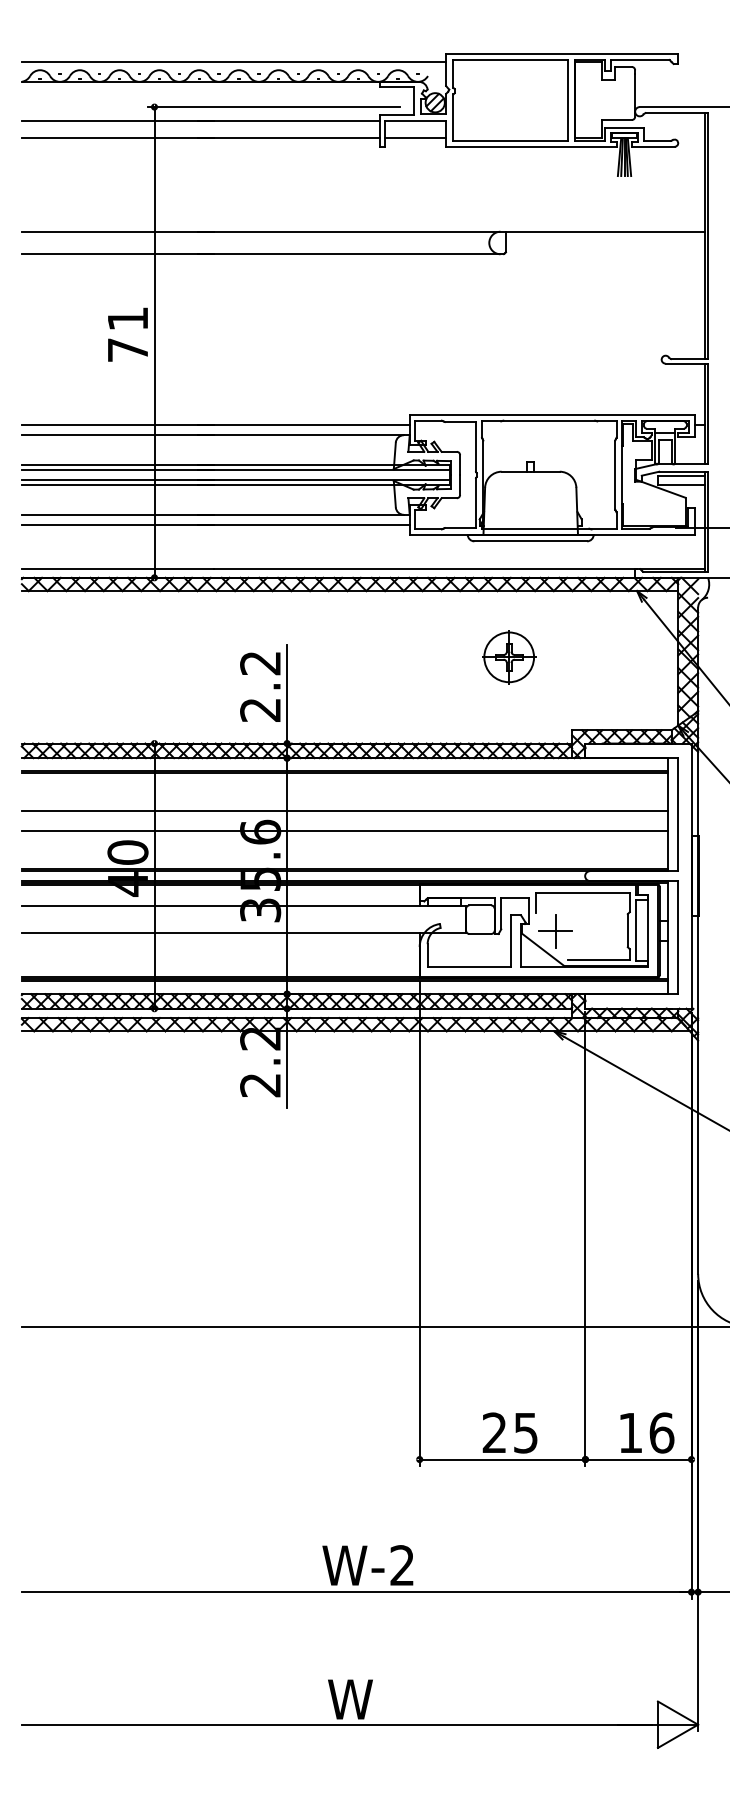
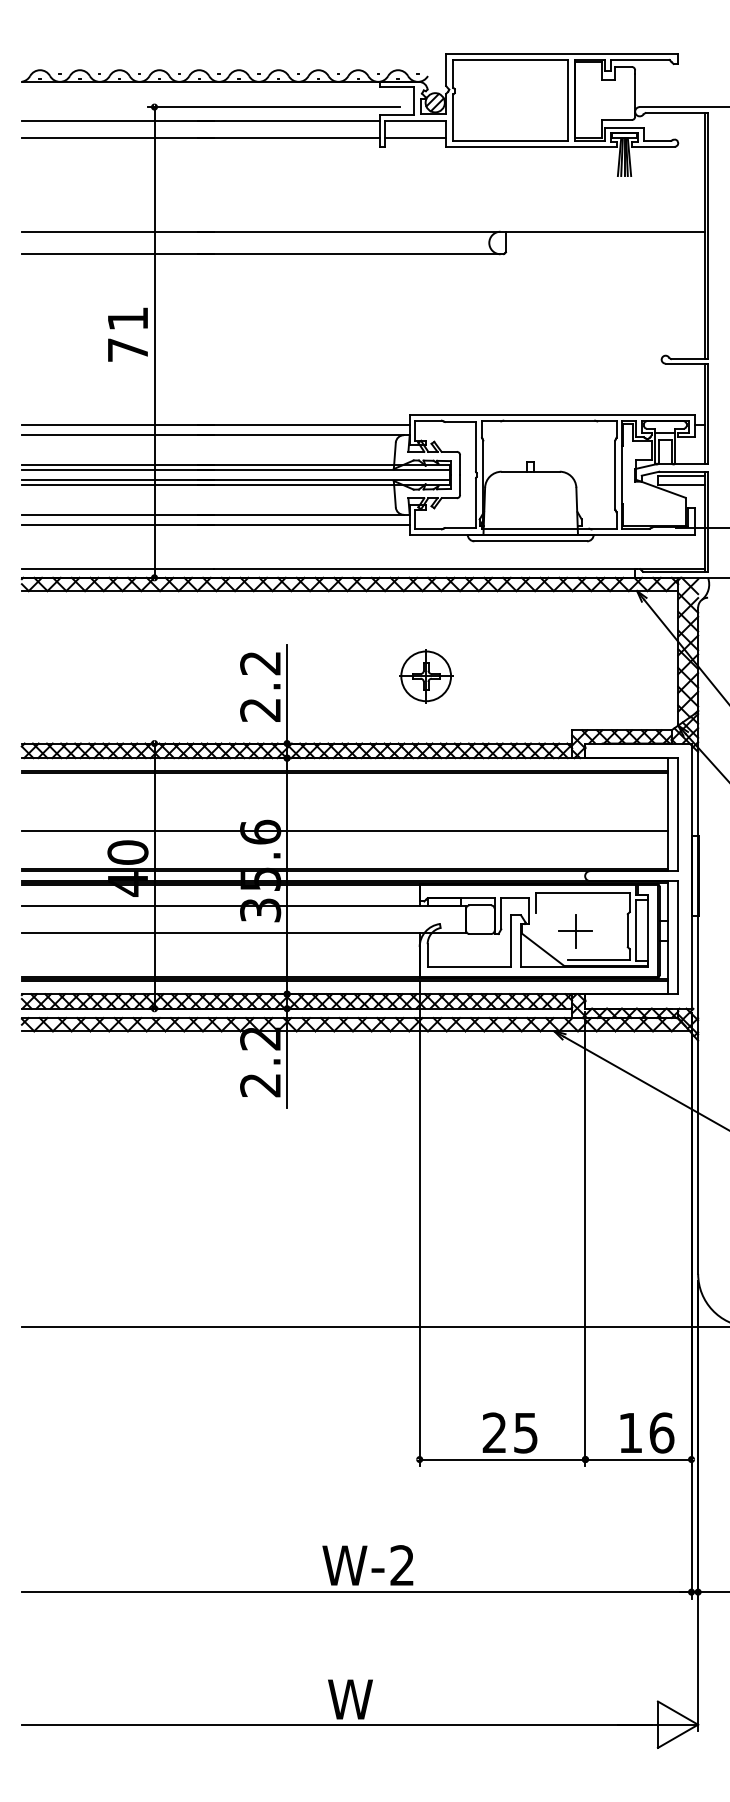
line at (233, 62): present -> none
part at (509, 657) position: (509, 657) -> (426, 676)
line at (344, 811): present -> none
part at (555, 931) position: (555, 931) -> (575, 931)
